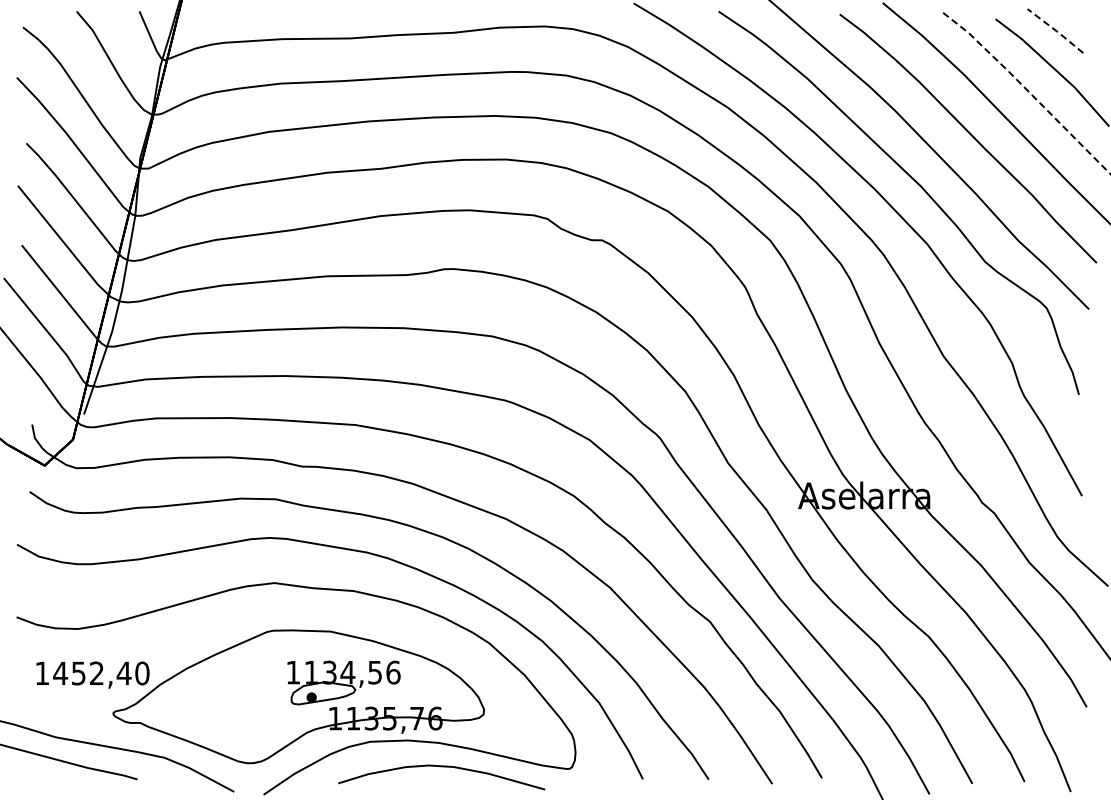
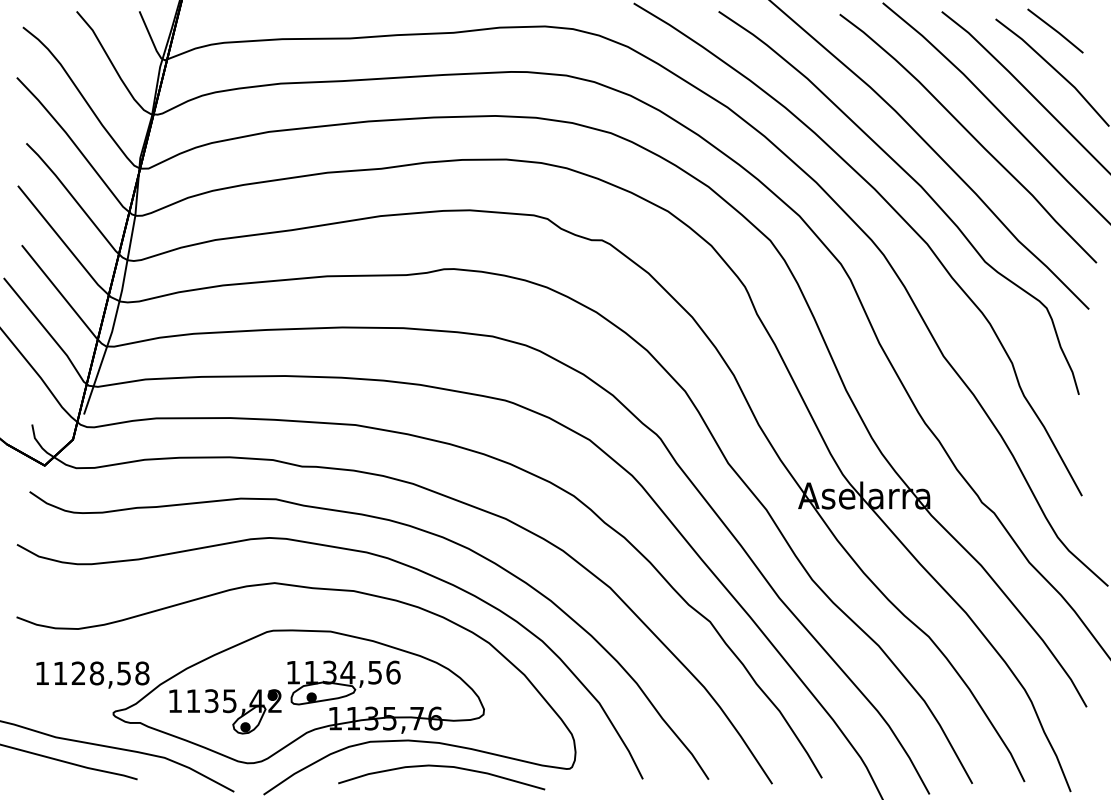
line at (1055, 30): dashed -> solid
line at (1027, 90): dashed -> solid
text at (101, 673): 1452,40 -> 1128,58
part at (225, 711): none -> present
